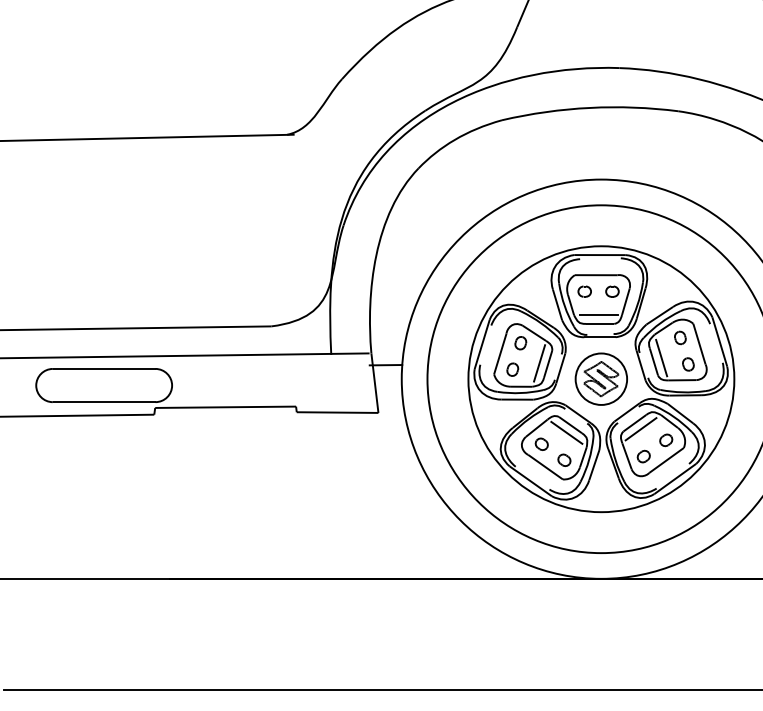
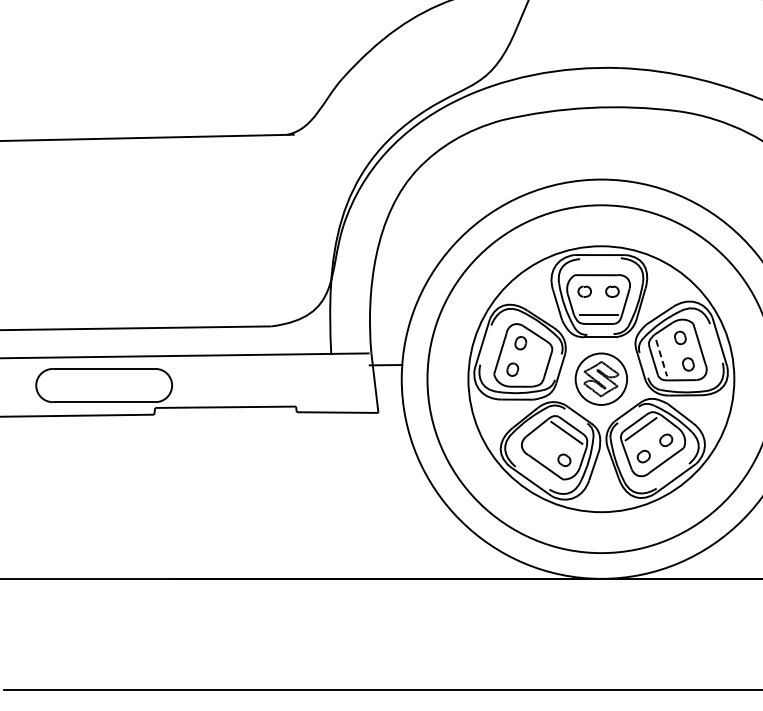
line at (661, 358): solid -> dashed
line at (539, 363): present -> none
part at (541, 443): present -> none
